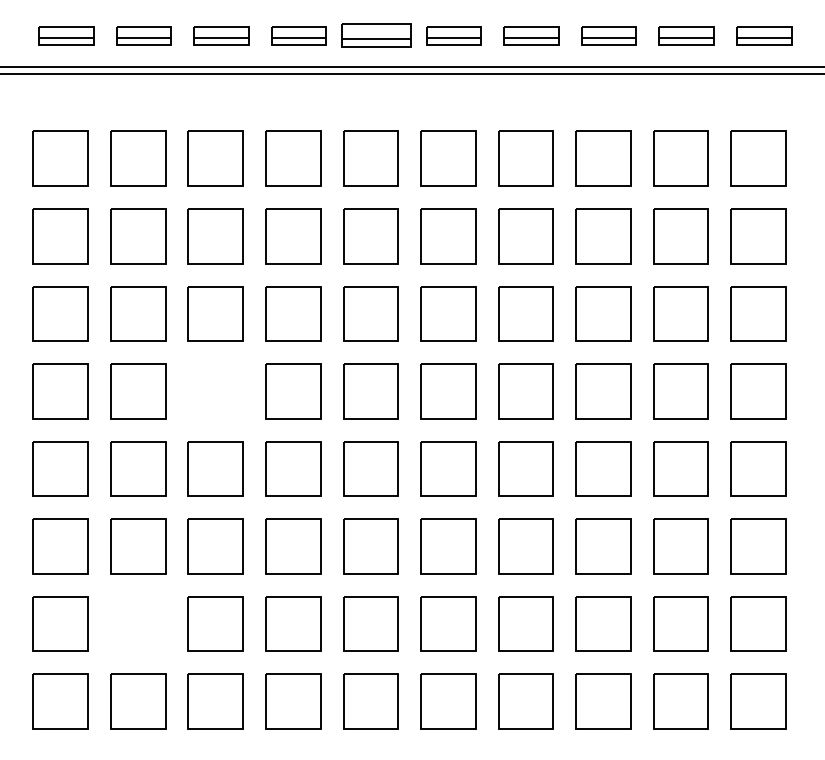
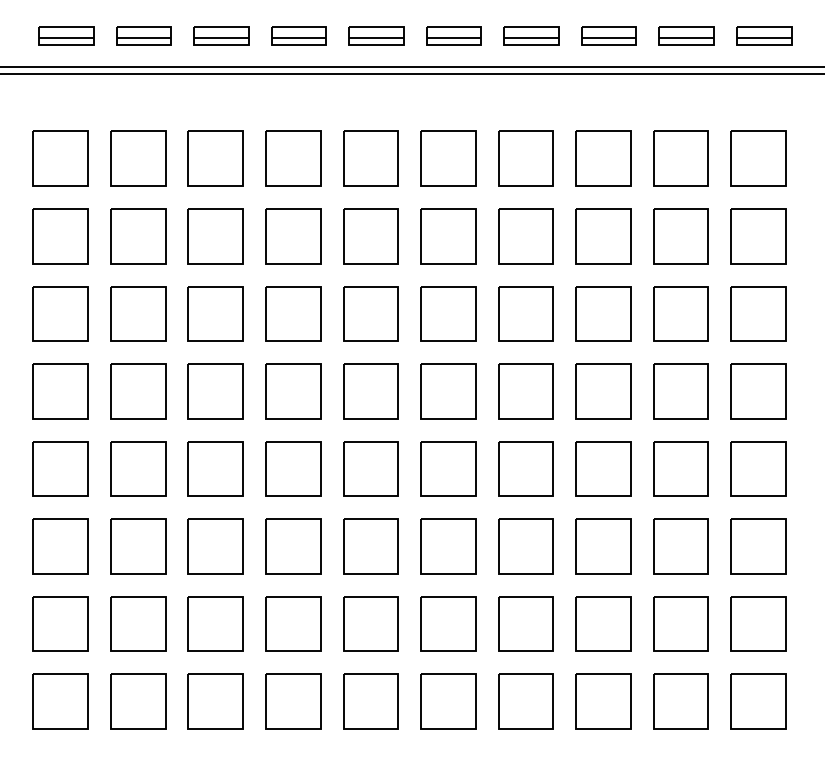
part at (376, 35) size: 71x25 px -> 57x20 px
part at (215, 391): none -> present
part at (138, 623): none -> present
